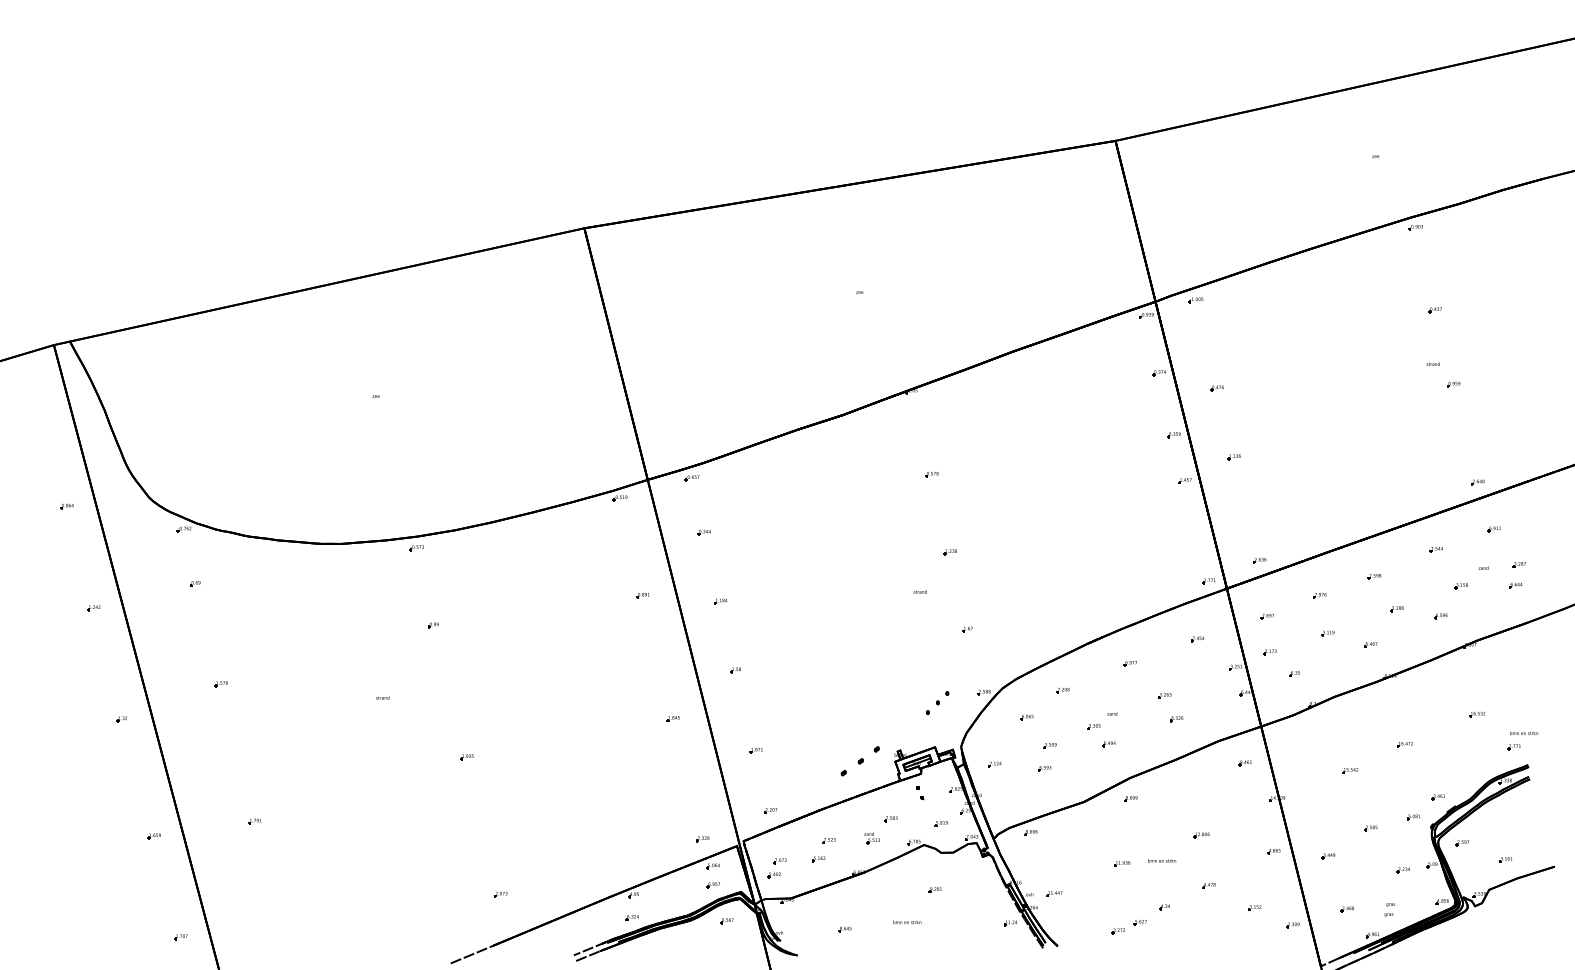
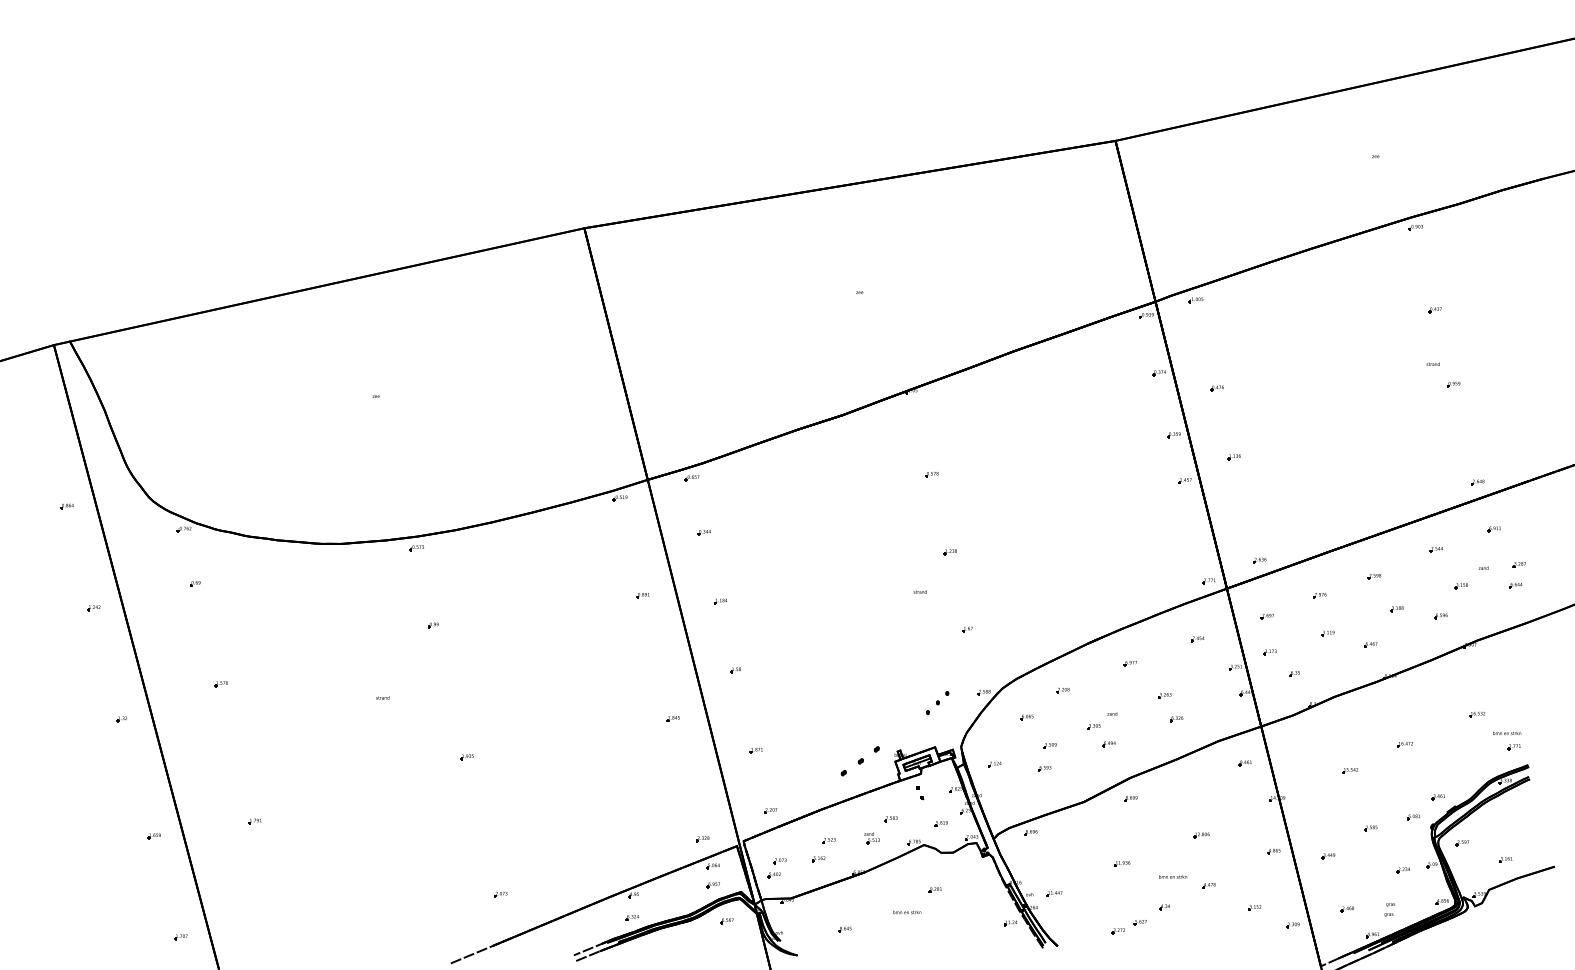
text at (1524, 733) position: (1524, 733) -> (1507, 733)
text at (1162, 860) position: (1162, 860) -> (1173, 876)
text at (907, 922) position: (907, 922) -> (907, 912)
